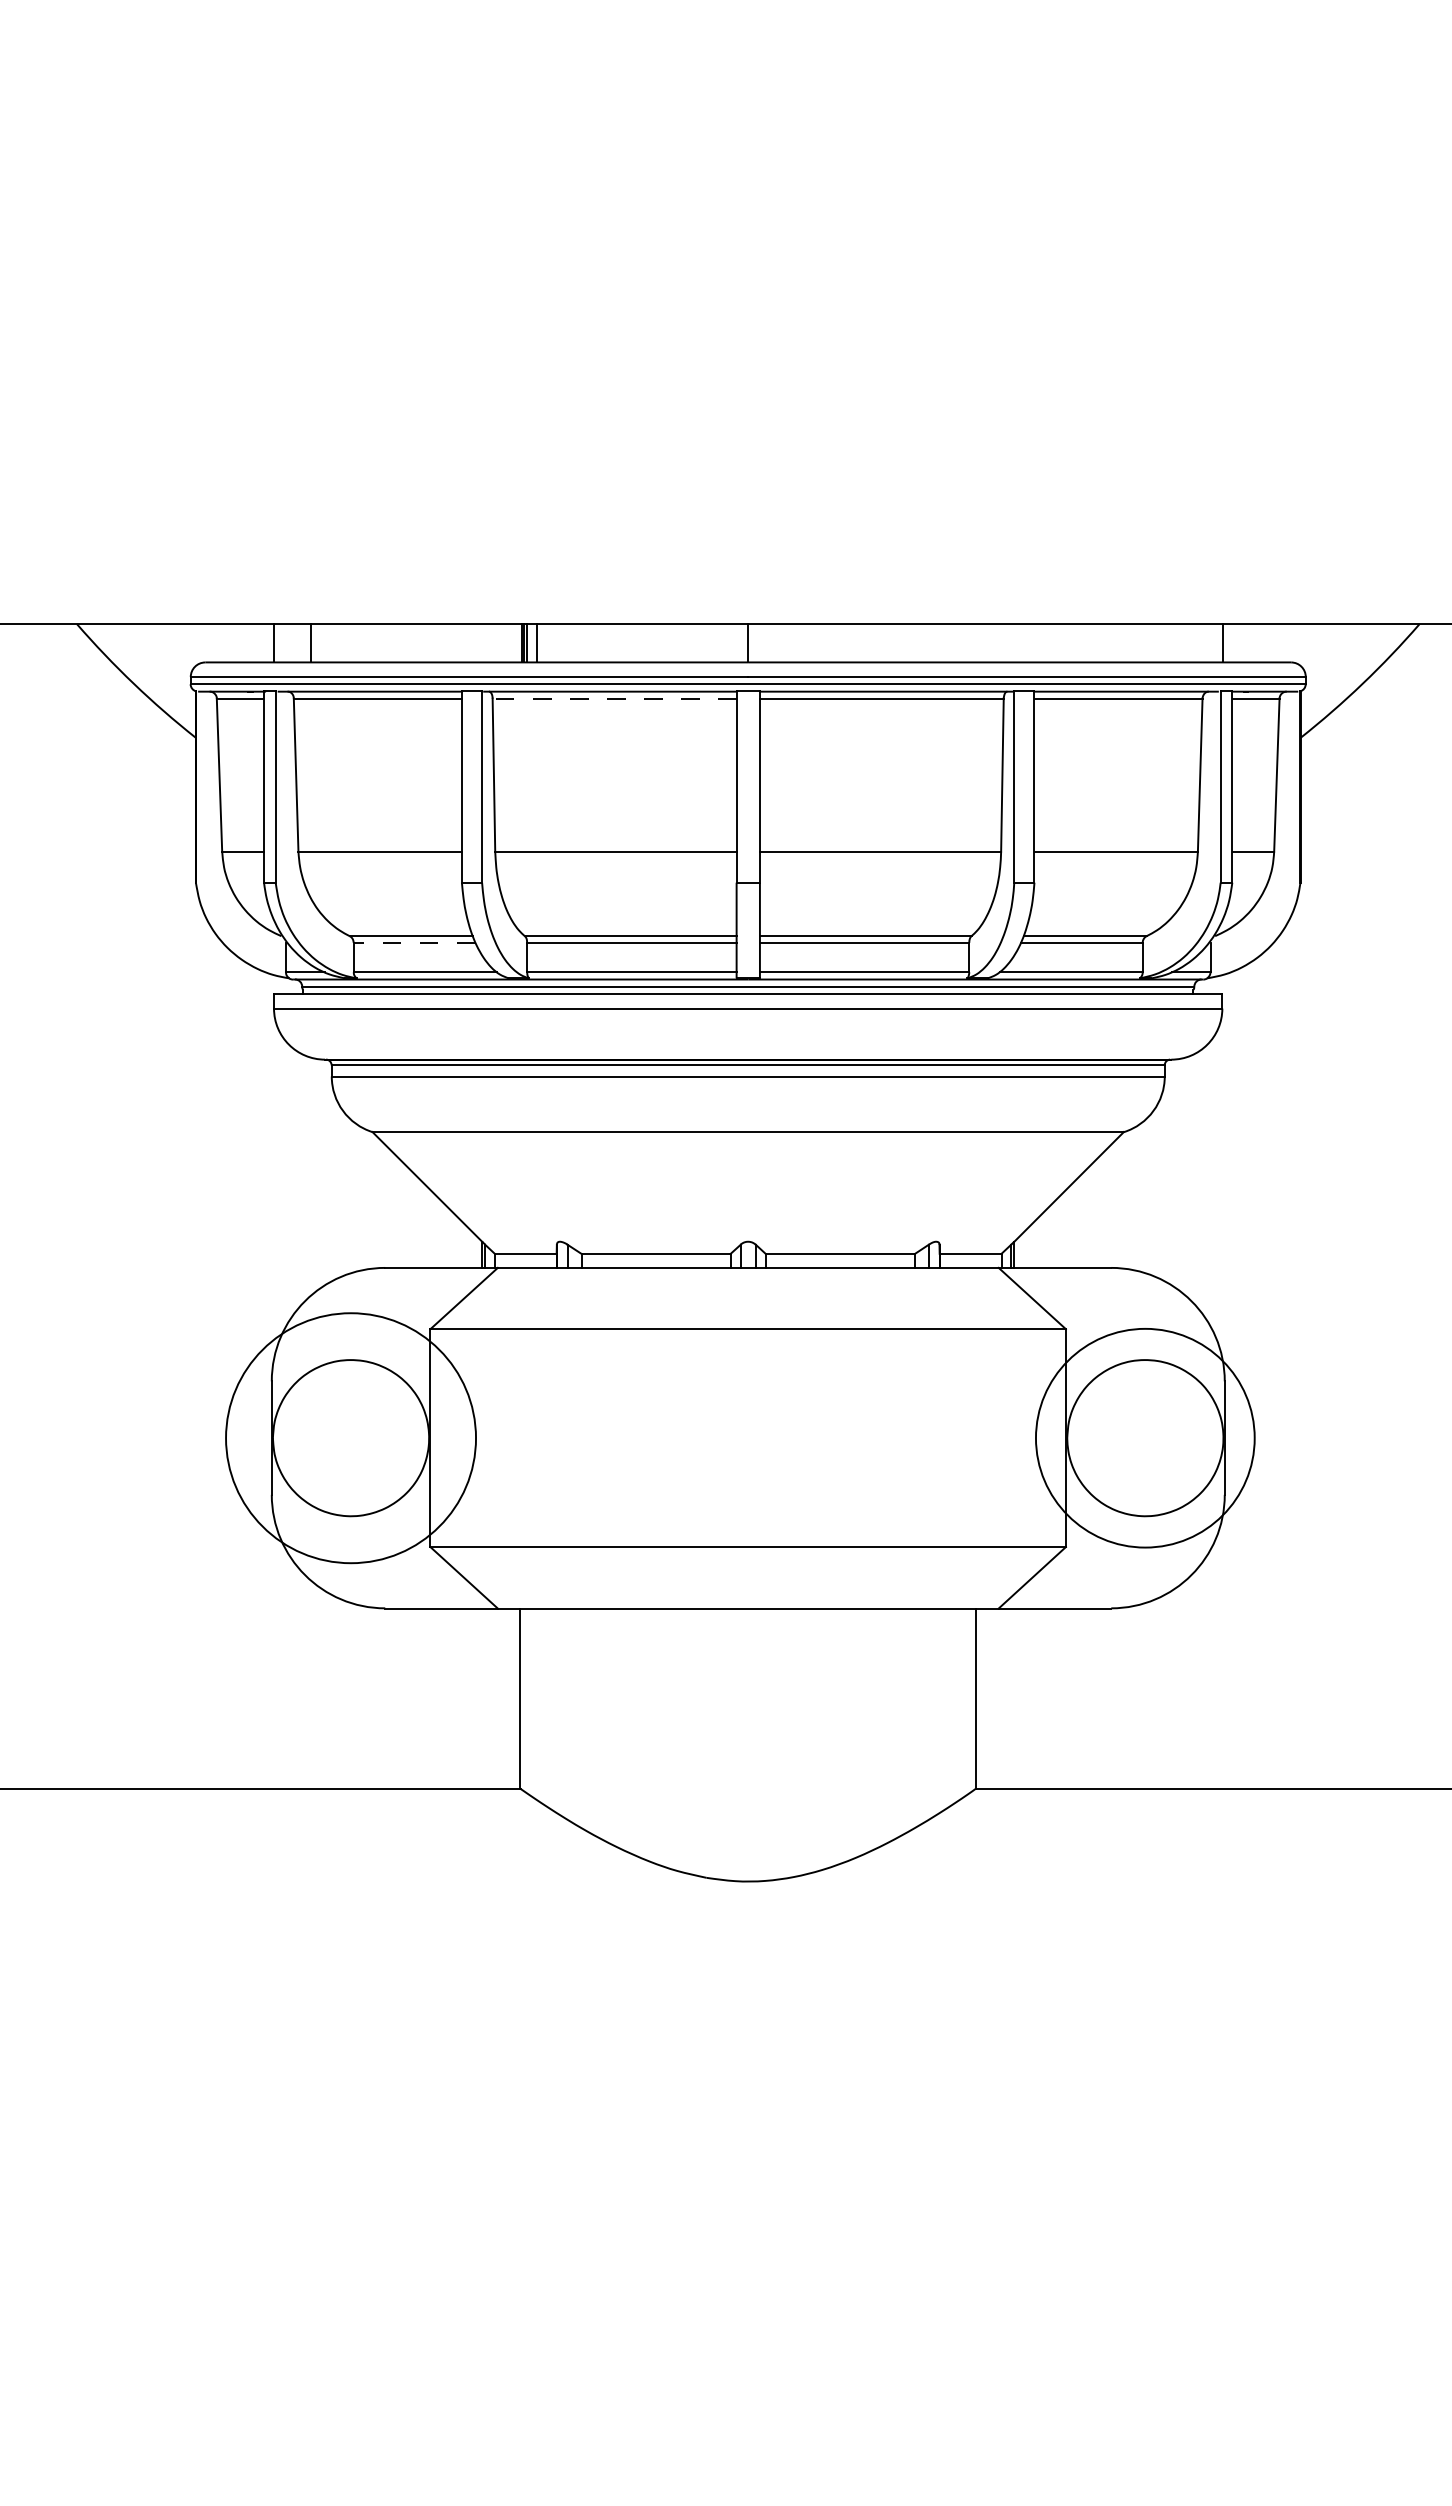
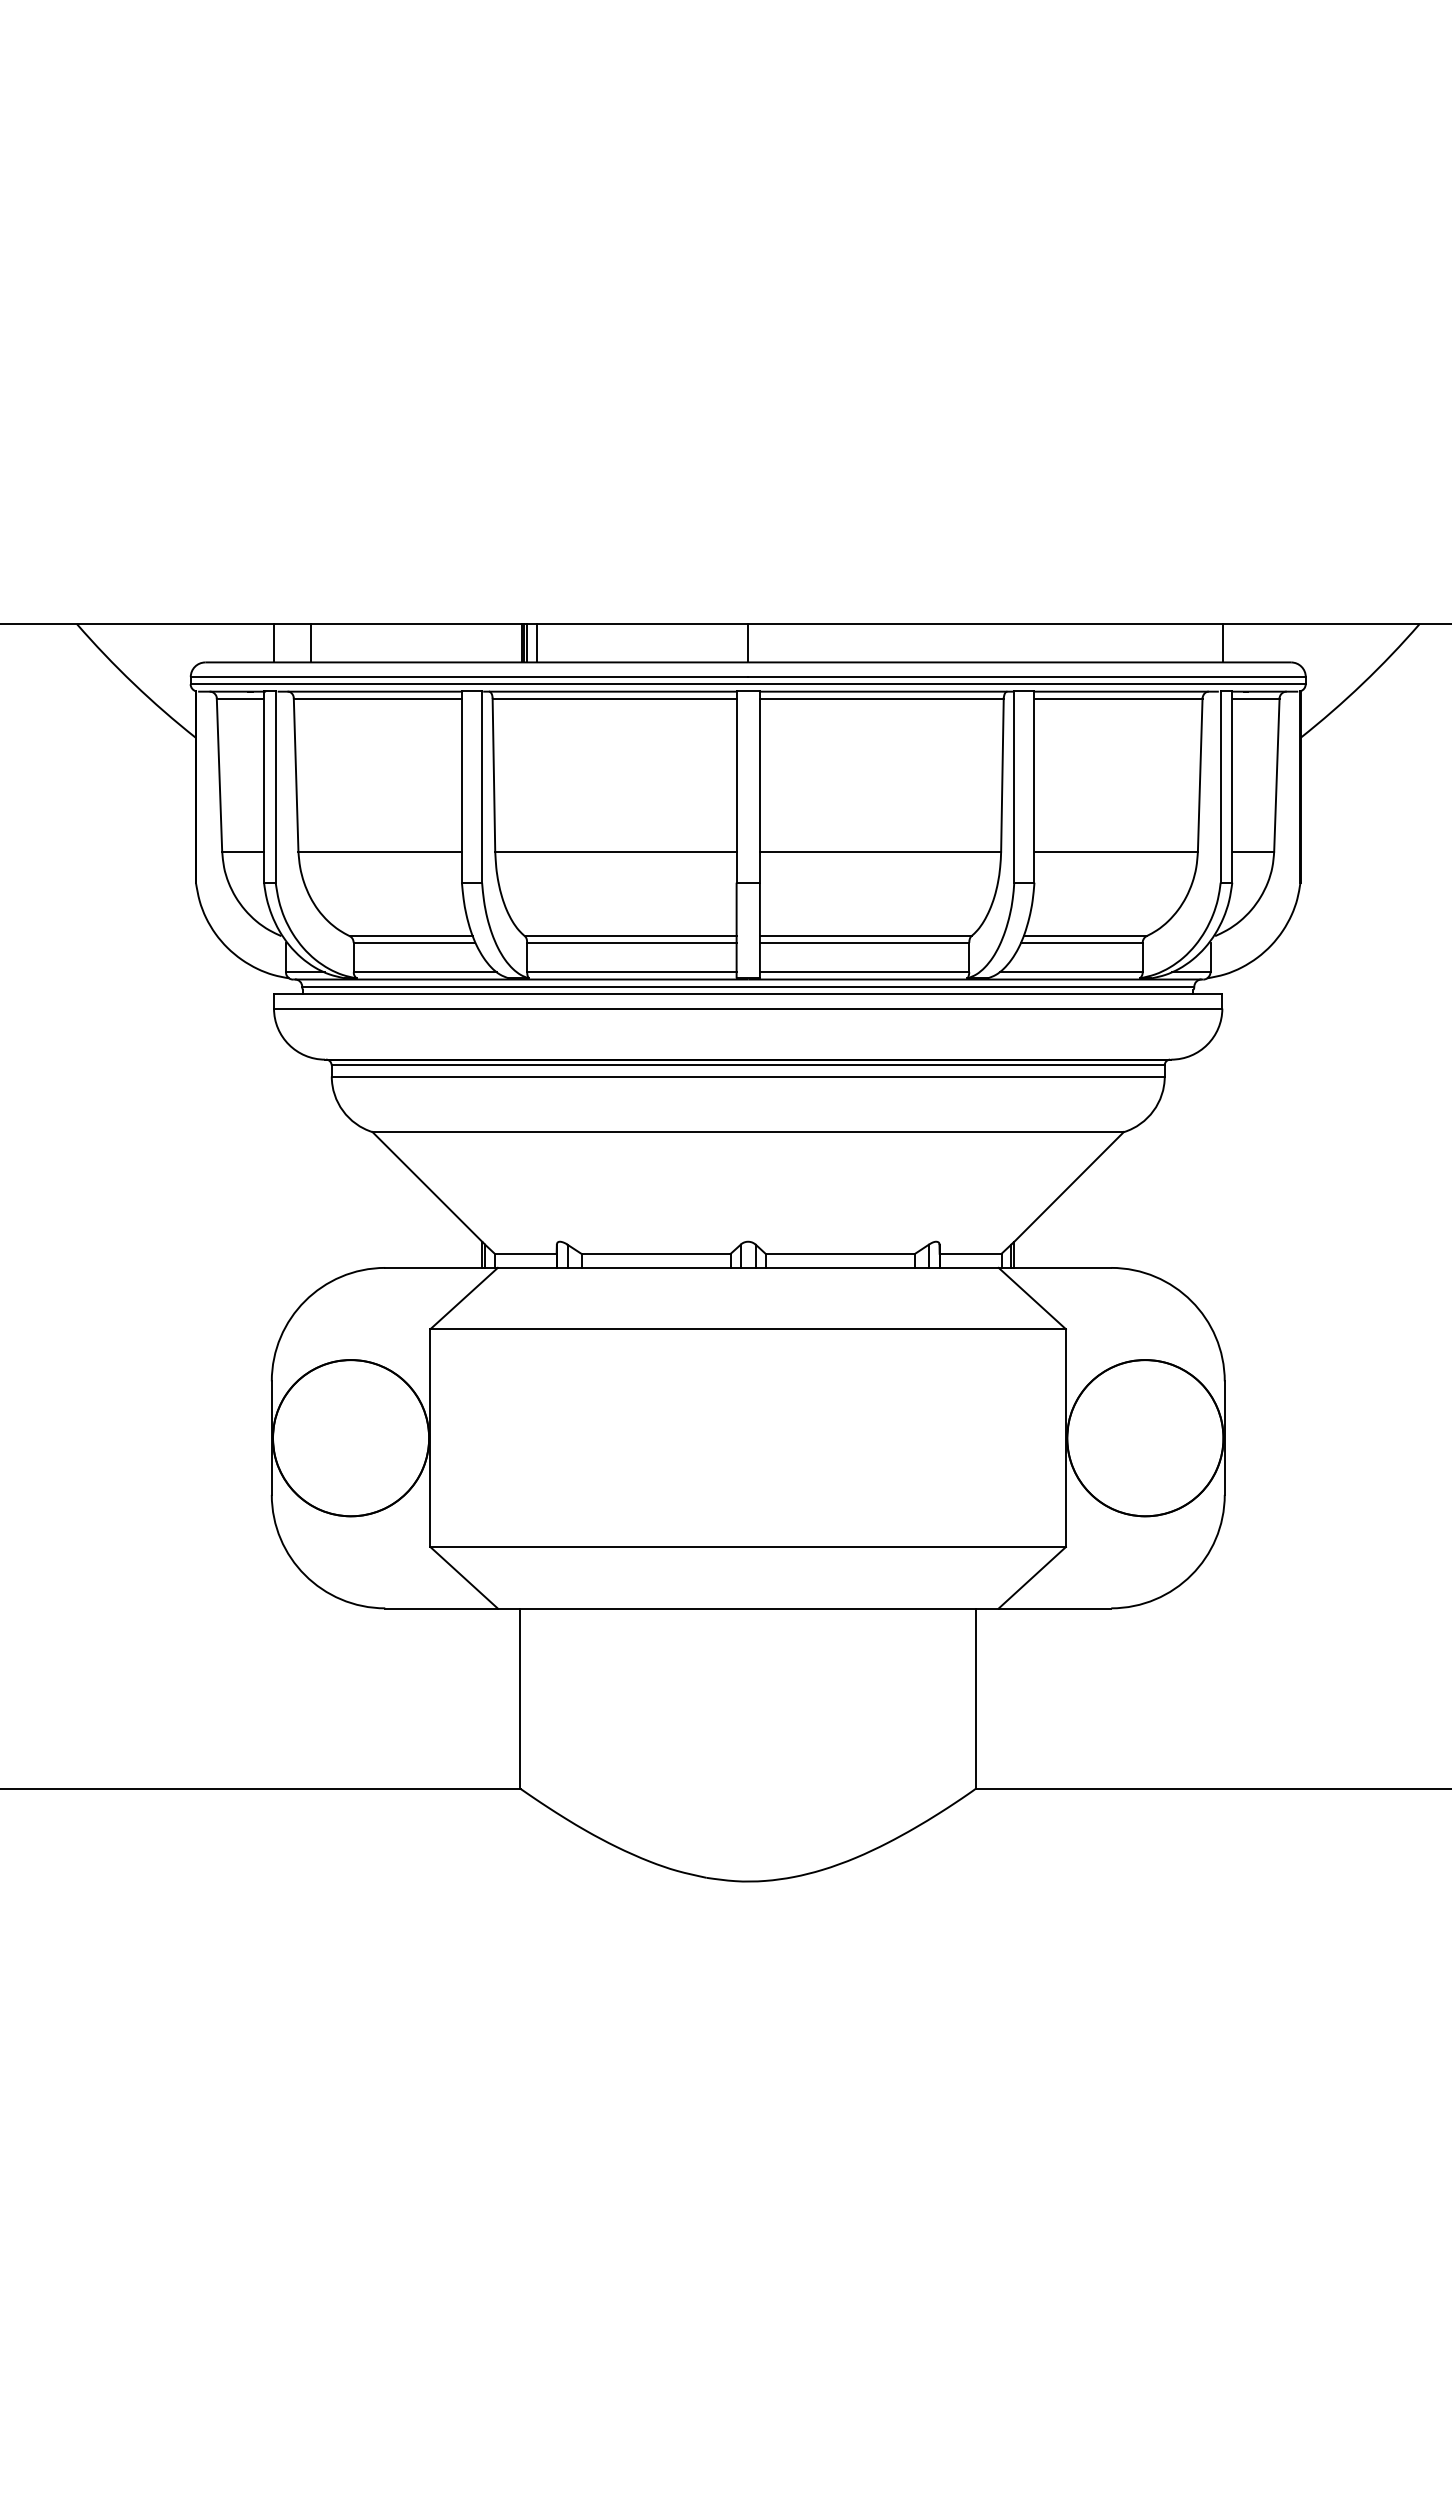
line at (614, 698): dashed -> solid
line at (414, 942): dashed -> solid
circle at (1144, 1437) diameter: 219 px -> 156 px
circle at (351, 1438) diameter: 250 px -> 156 px
